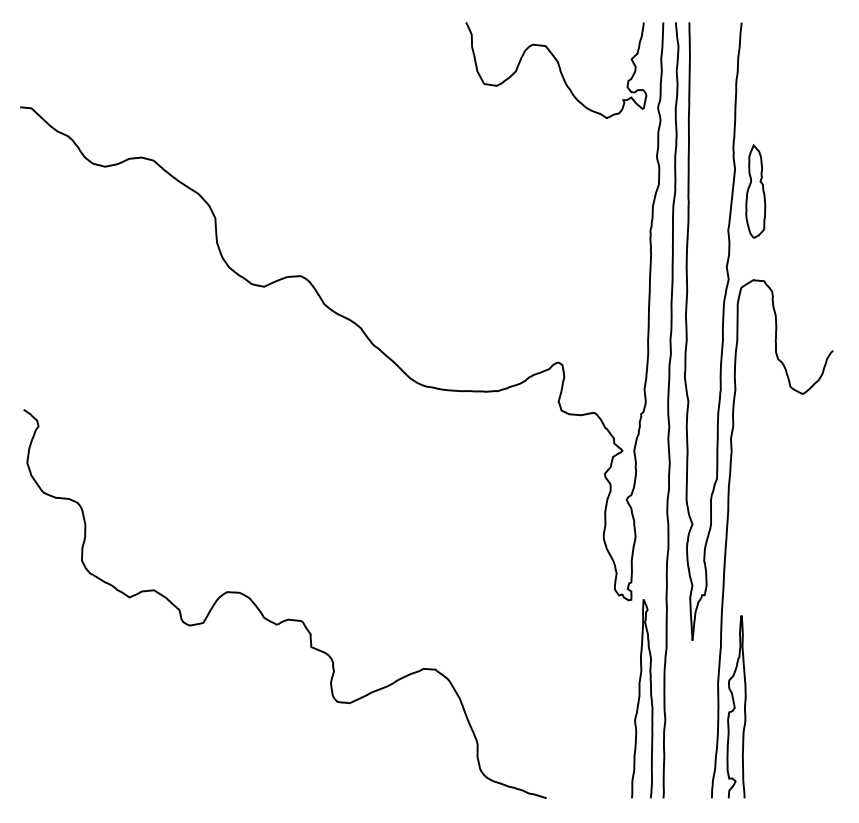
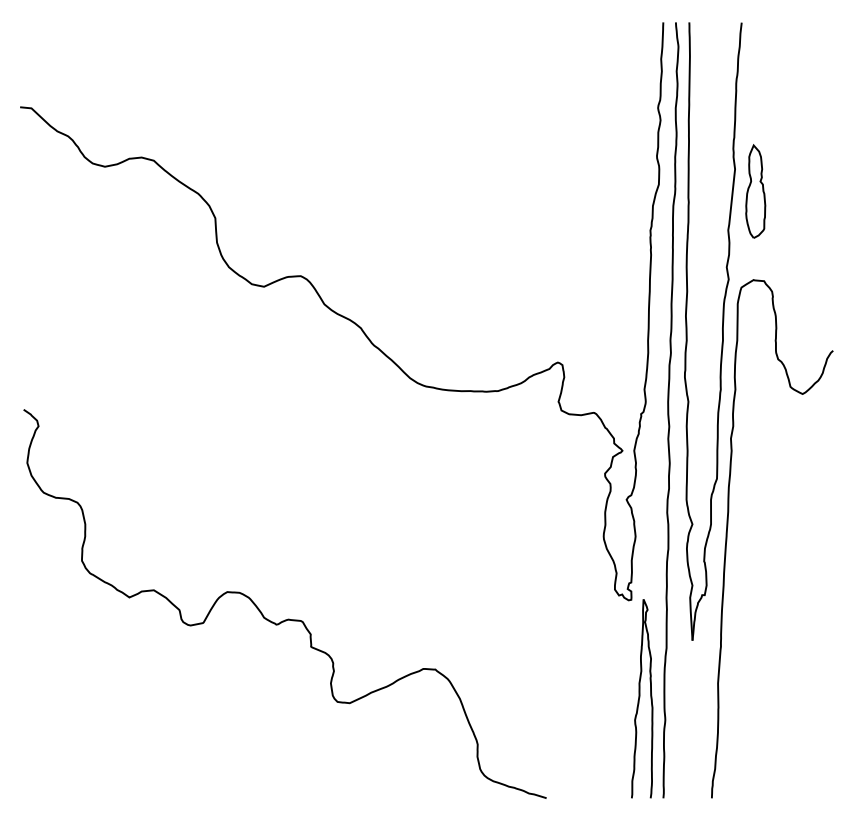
part at (556, 70): present -> none
curve at (735, 706): present -> none
